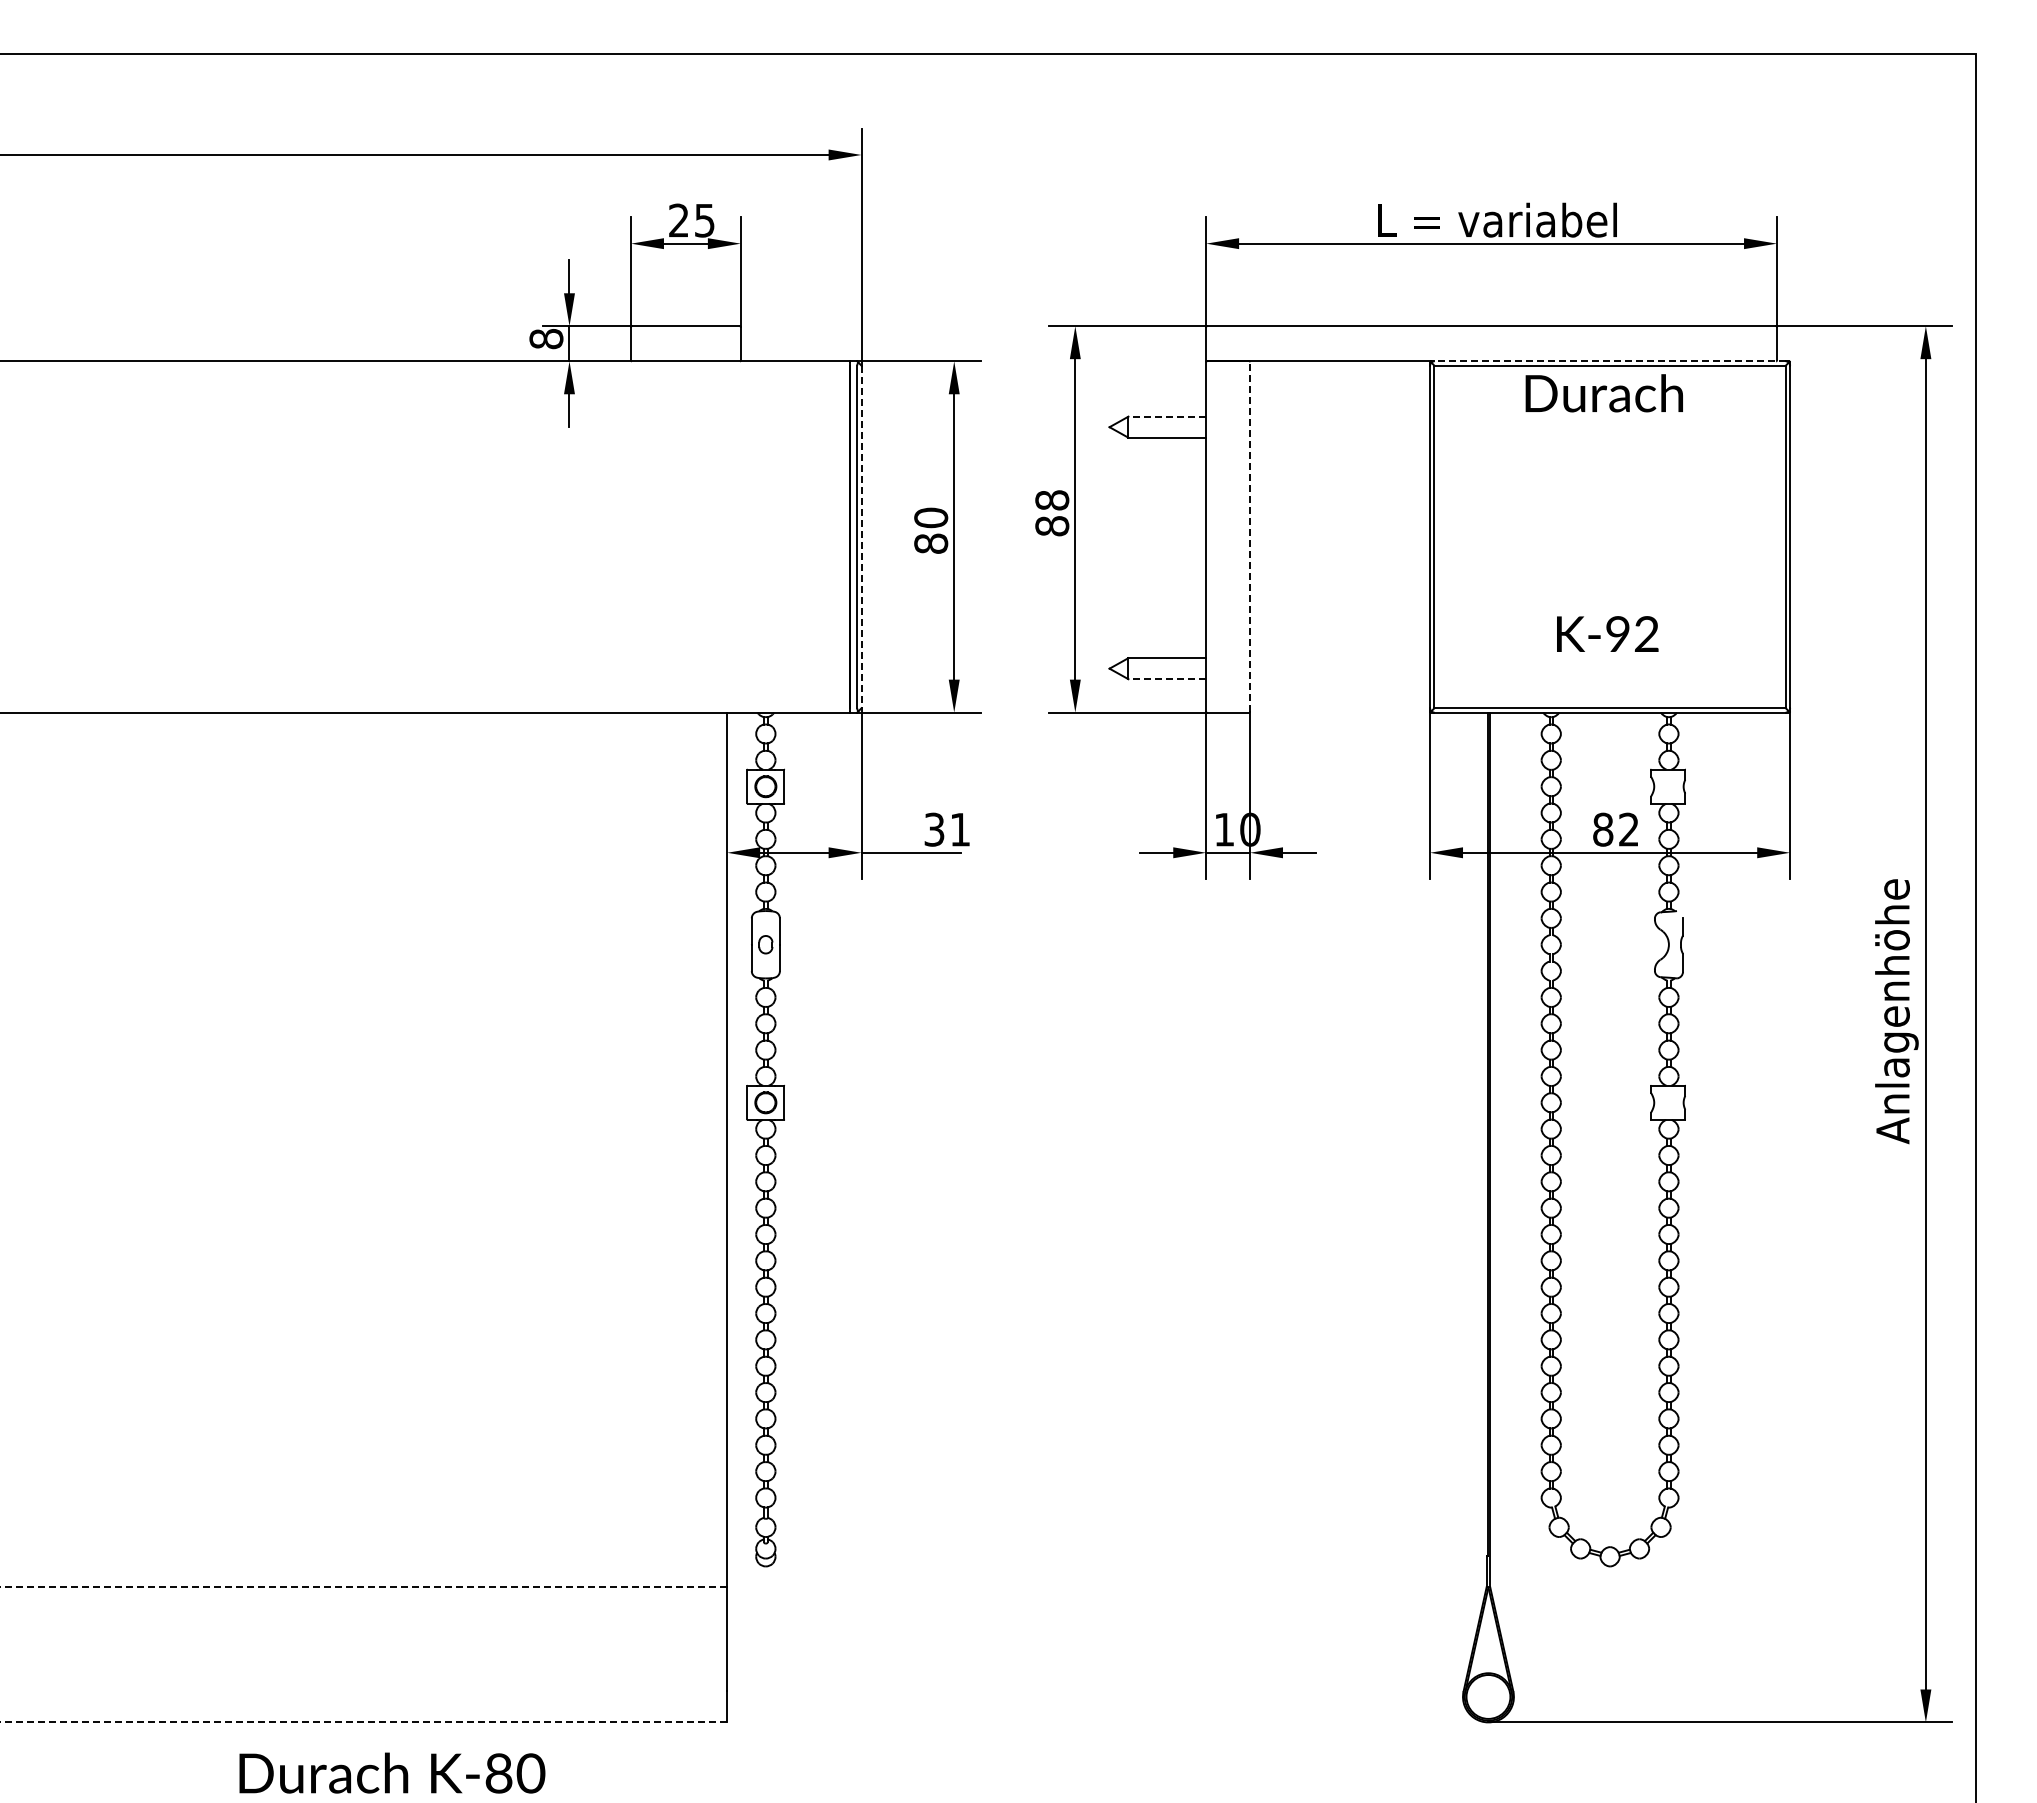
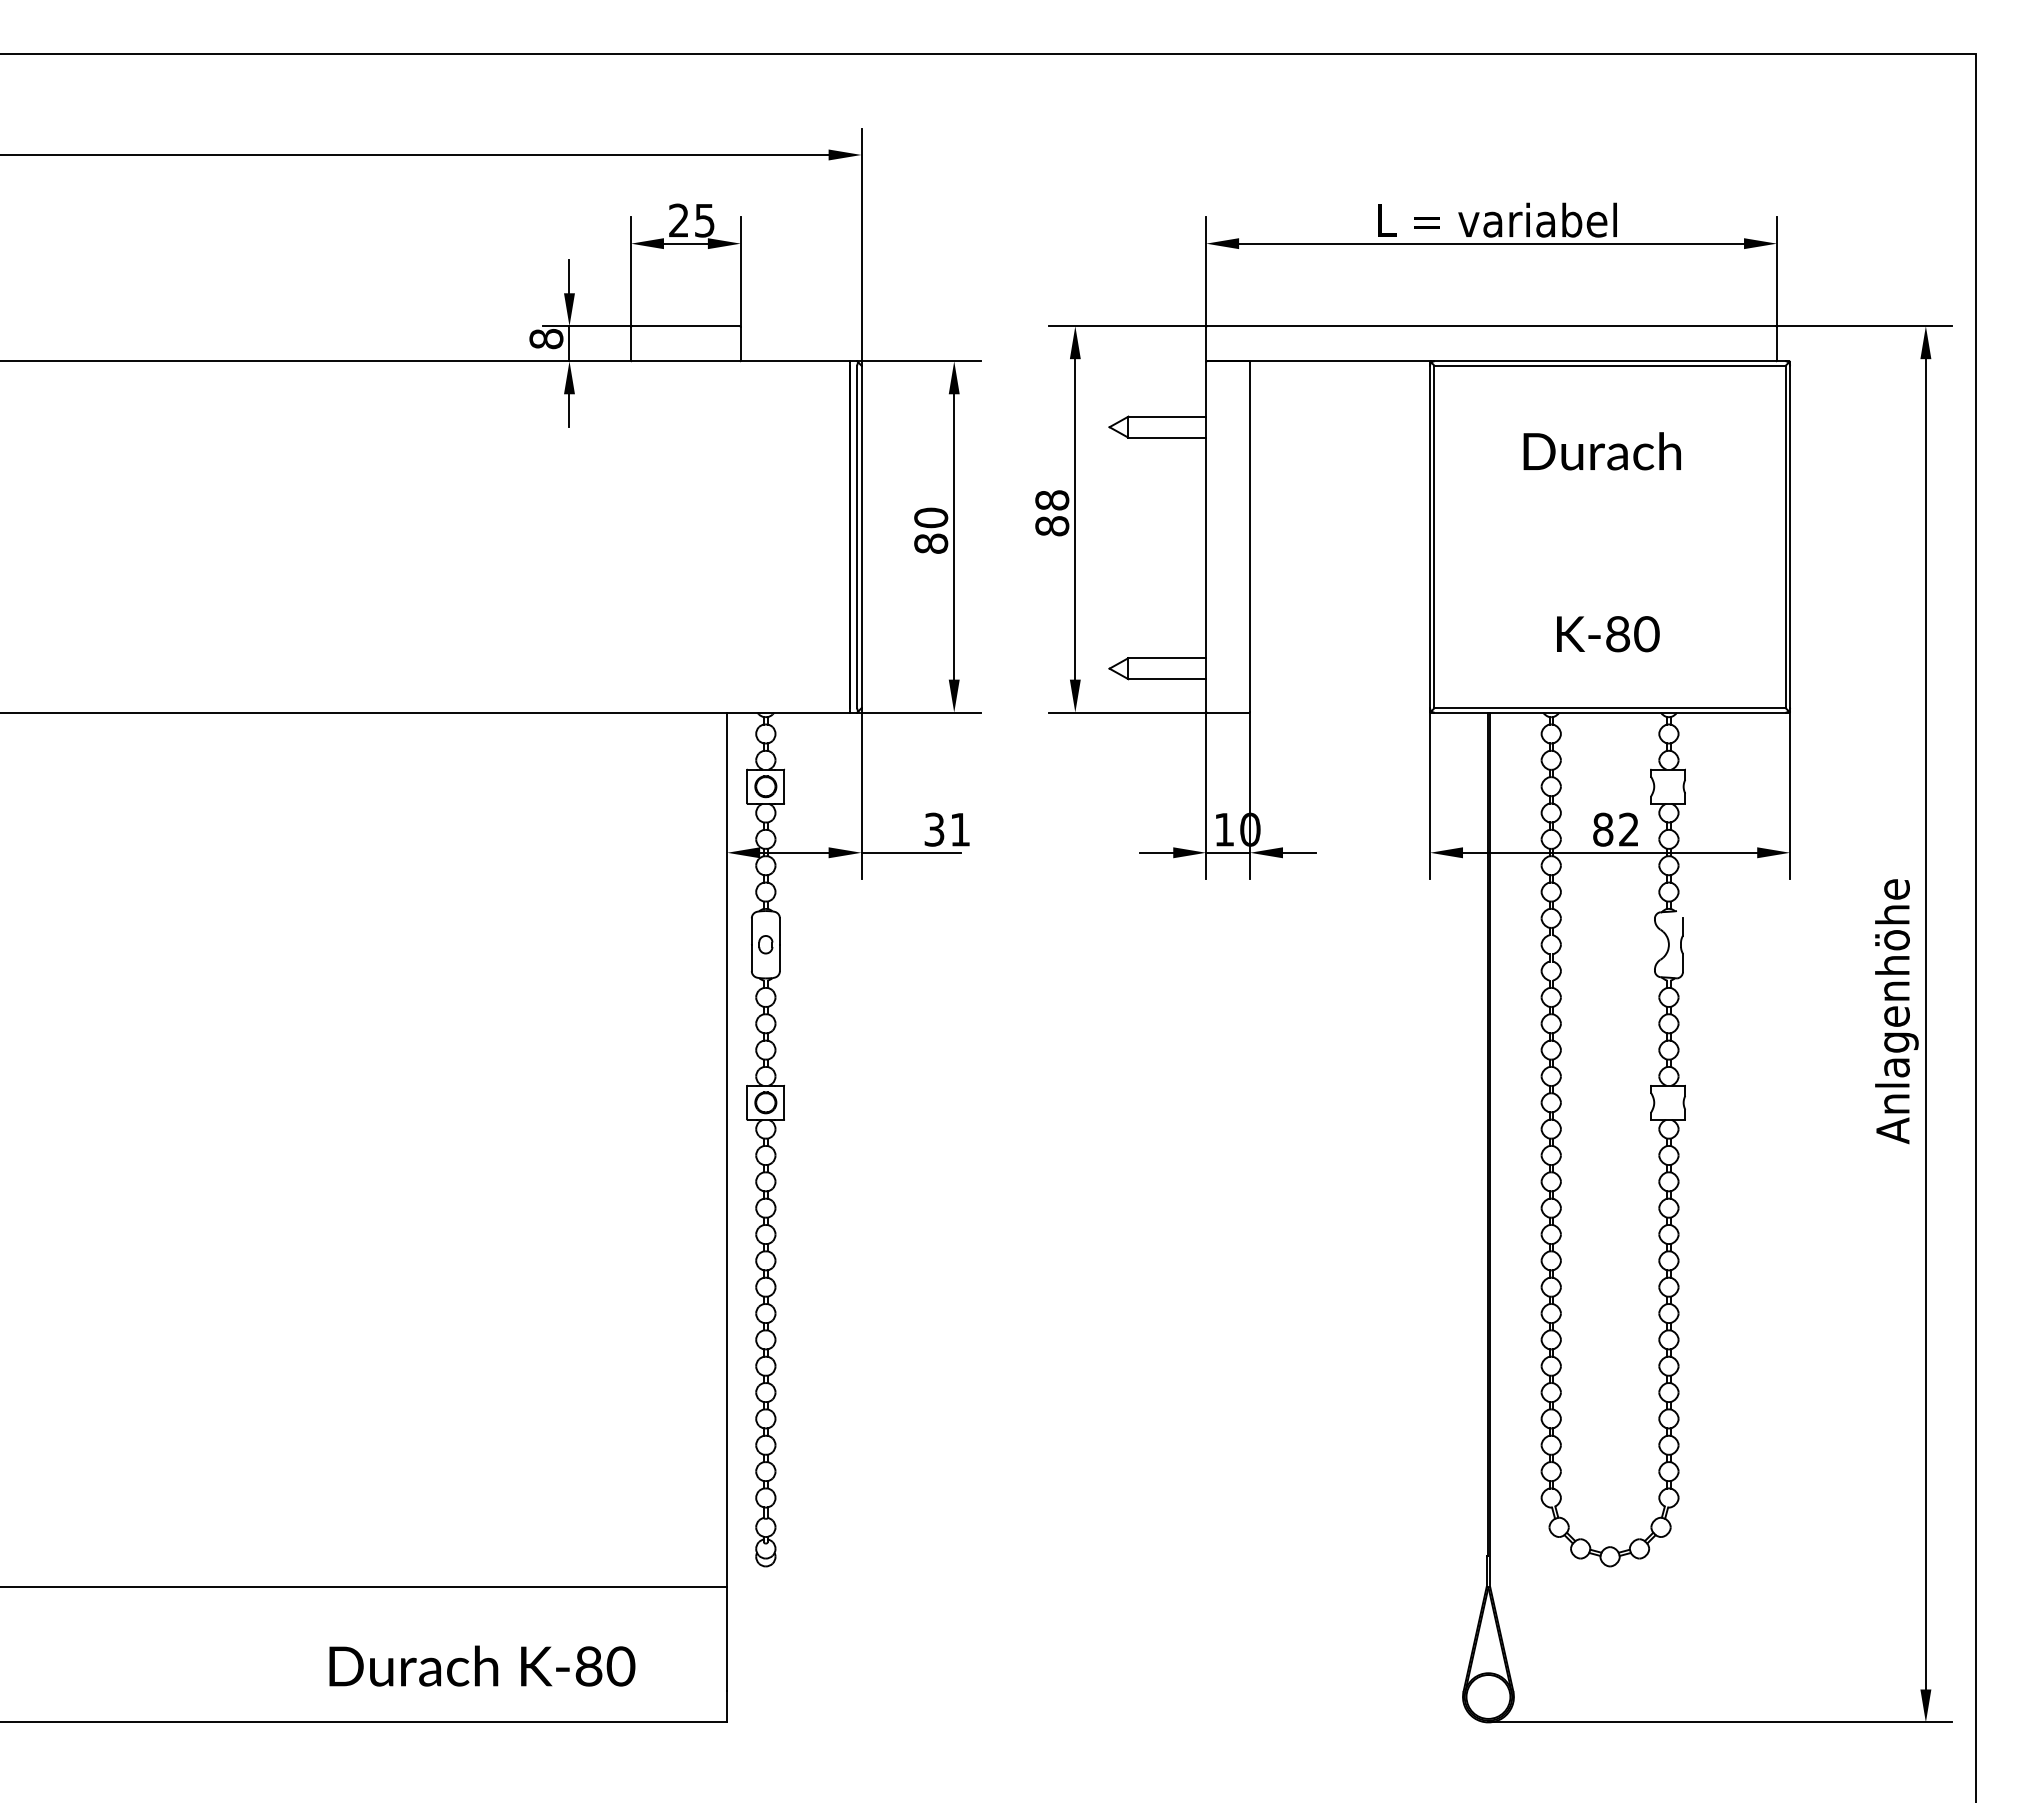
line at (1610, 361): dashed -> solid
text at (1603, 393) position: (1603, 393) -> (1601, 451)
line at (1167, 416): dashed -> solid
line at (1250, 536): dashed -> solid
line at (861, 537): dashed -> solid
text at (1632, 634): K-92 -> K-80
line at (1167, 679): dashed -> solid
line at (363, 1587): dashed -> solid
line at (363, 1722): dashed -> solid
text at (392, 1772) position: (392, 1772) -> (482, 1665)
